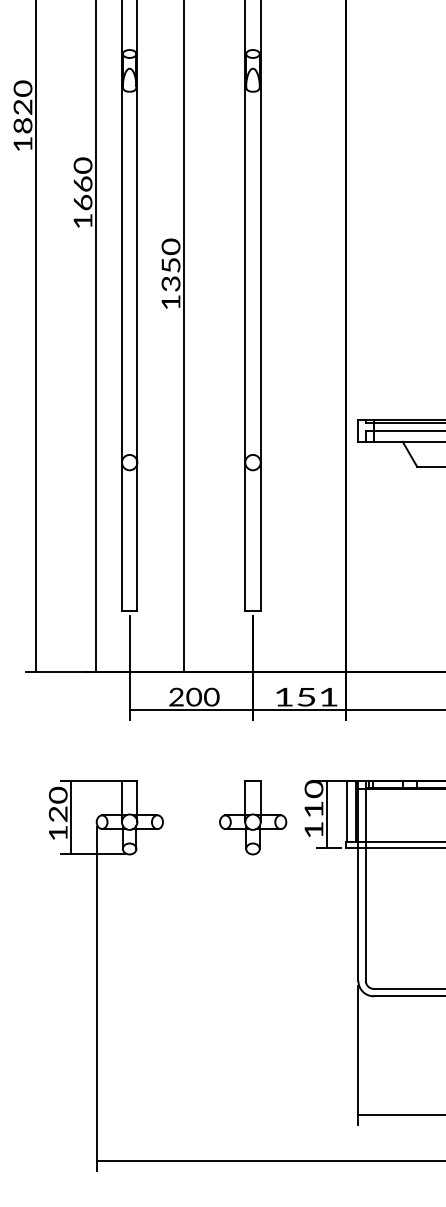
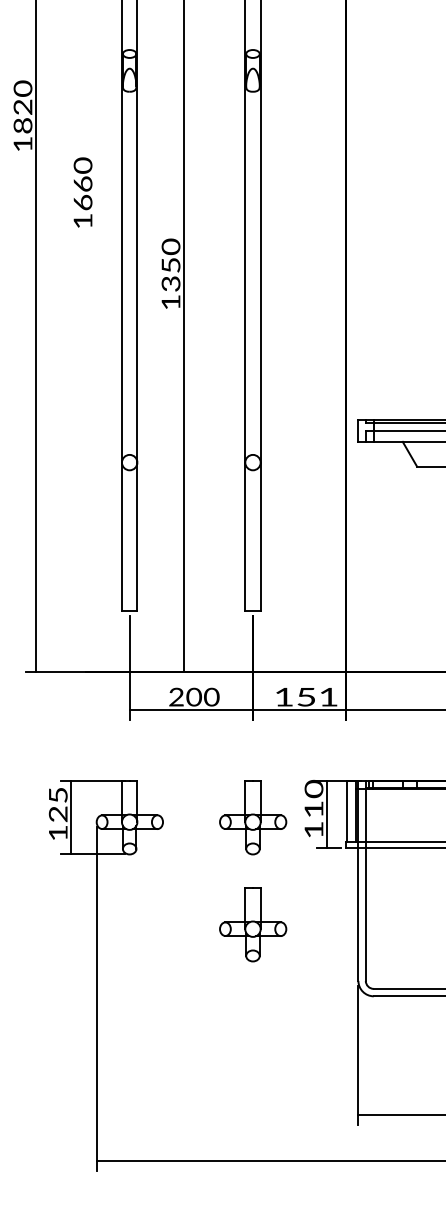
line at (95, 337): present -> none
text at (57, 794): 120 -> 125
part at (253, 924): none -> present
